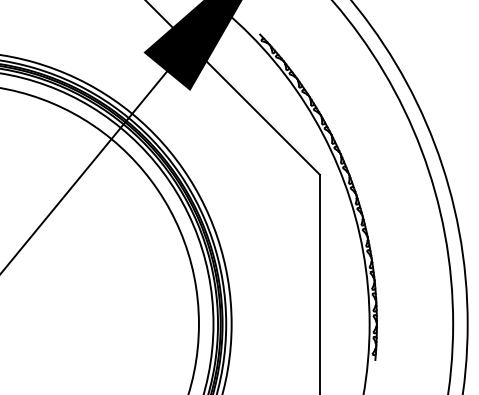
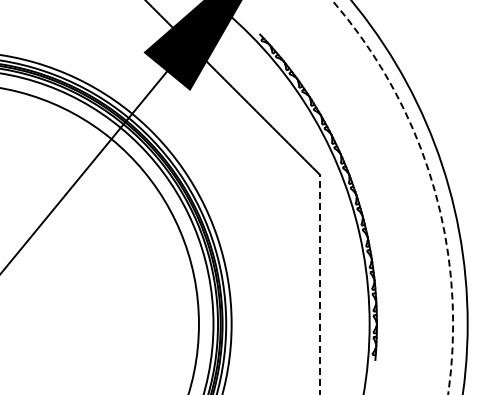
arc at (434, 189): solid -> dashed
line at (319, 284): solid -> dashed
